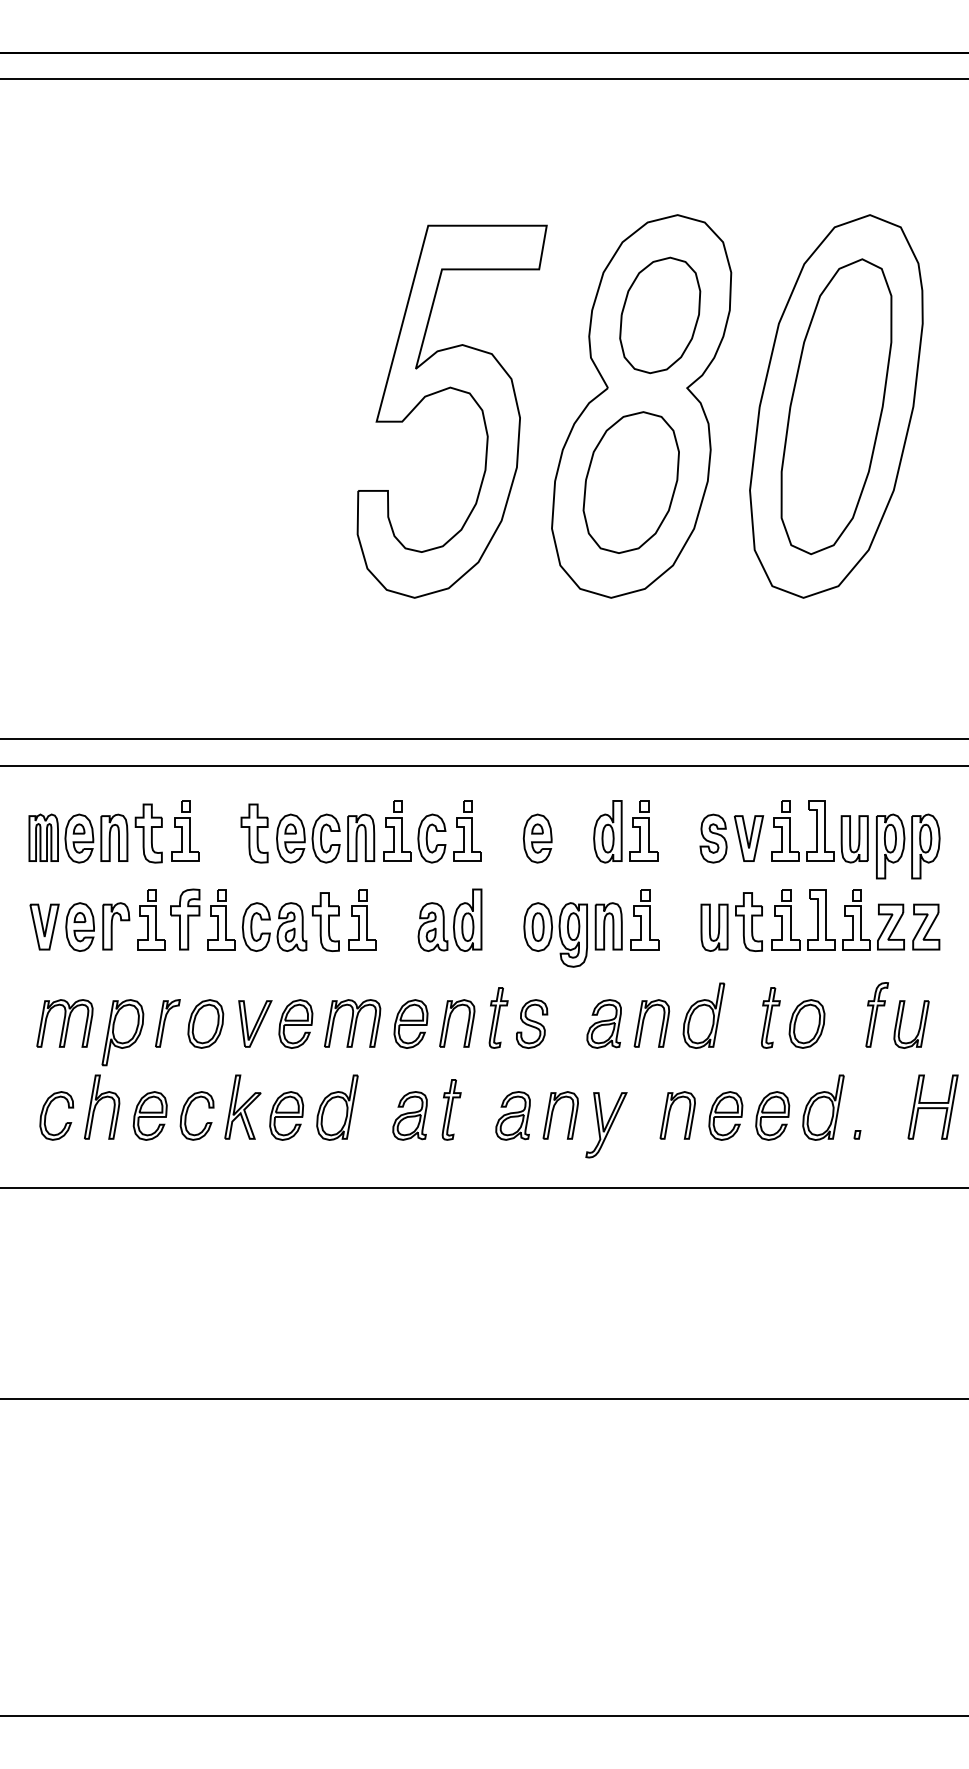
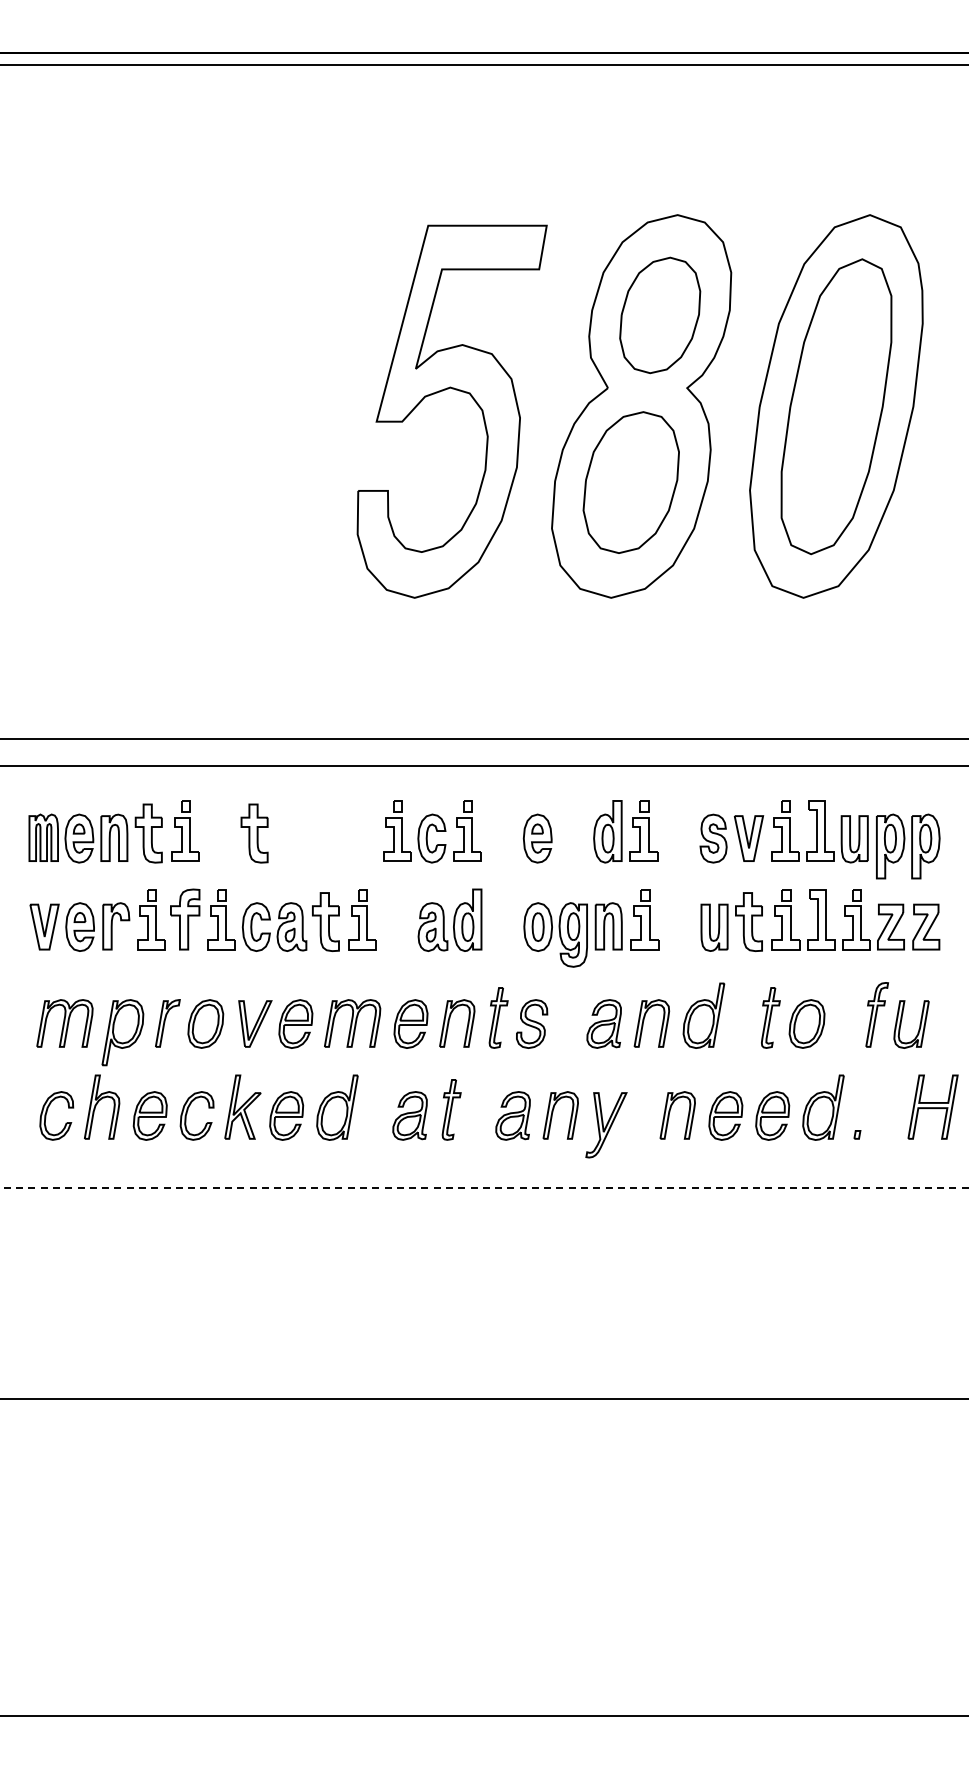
line at (483, 79) position: (483, 79) -> (483, 65)
part at (325, 838): present -> none
line at (484, 1188): solid -> dashed
